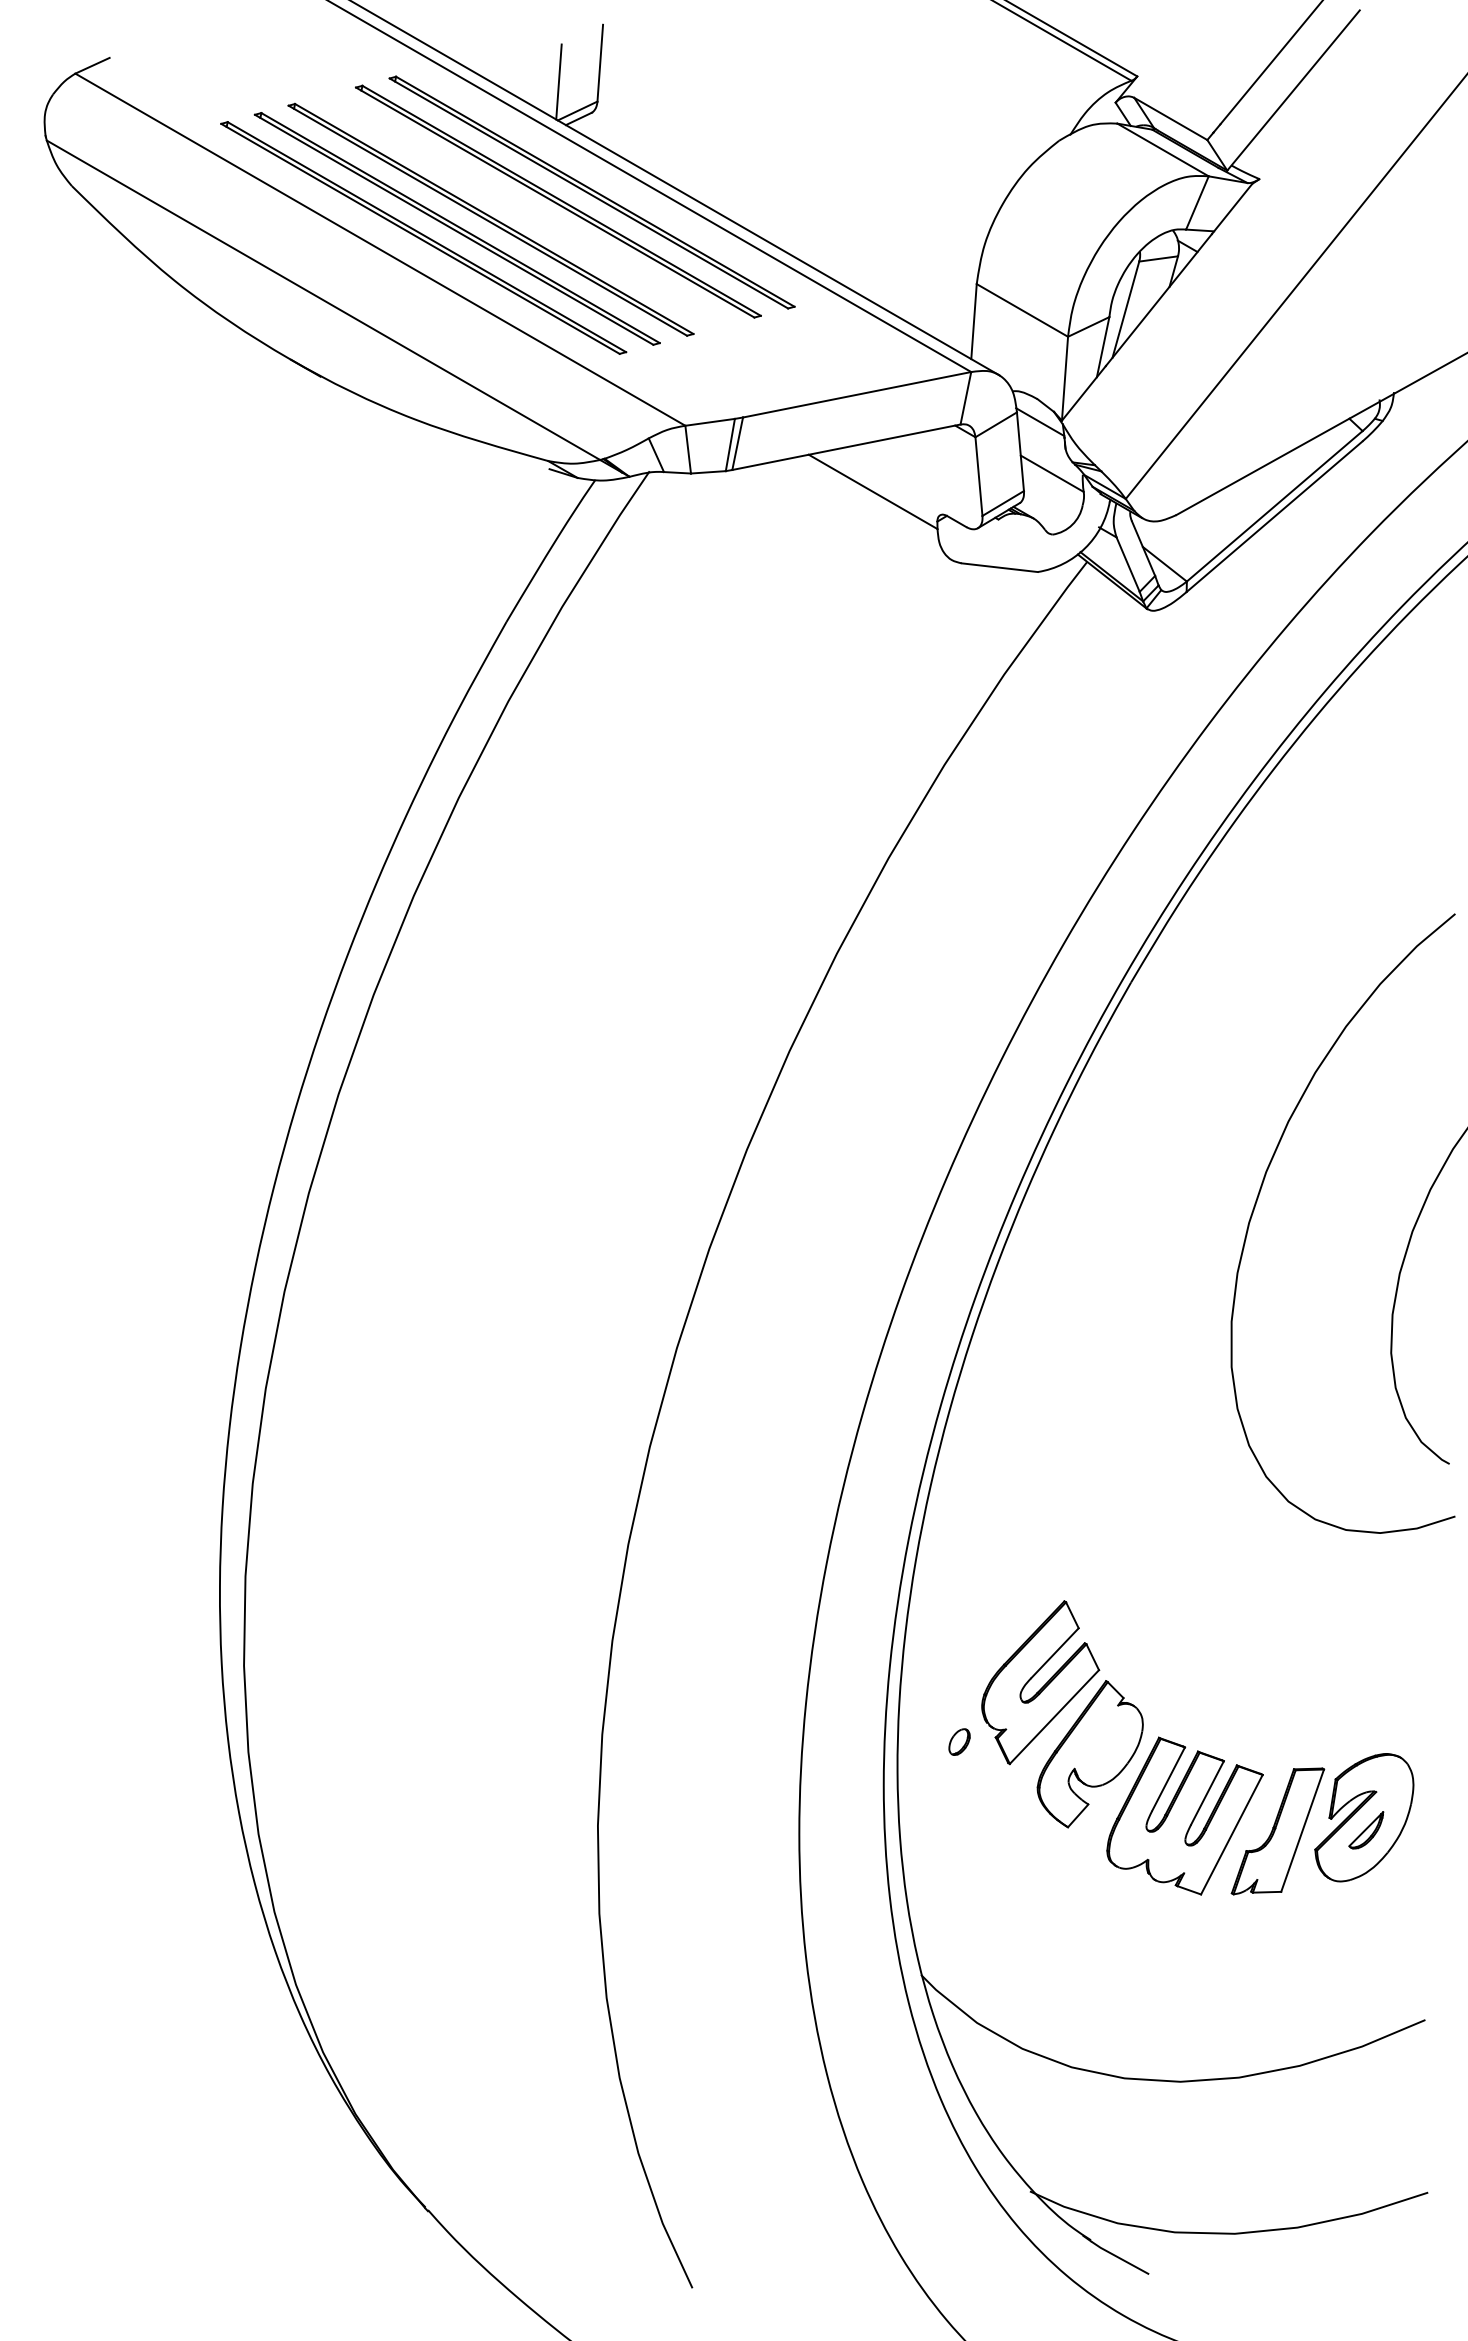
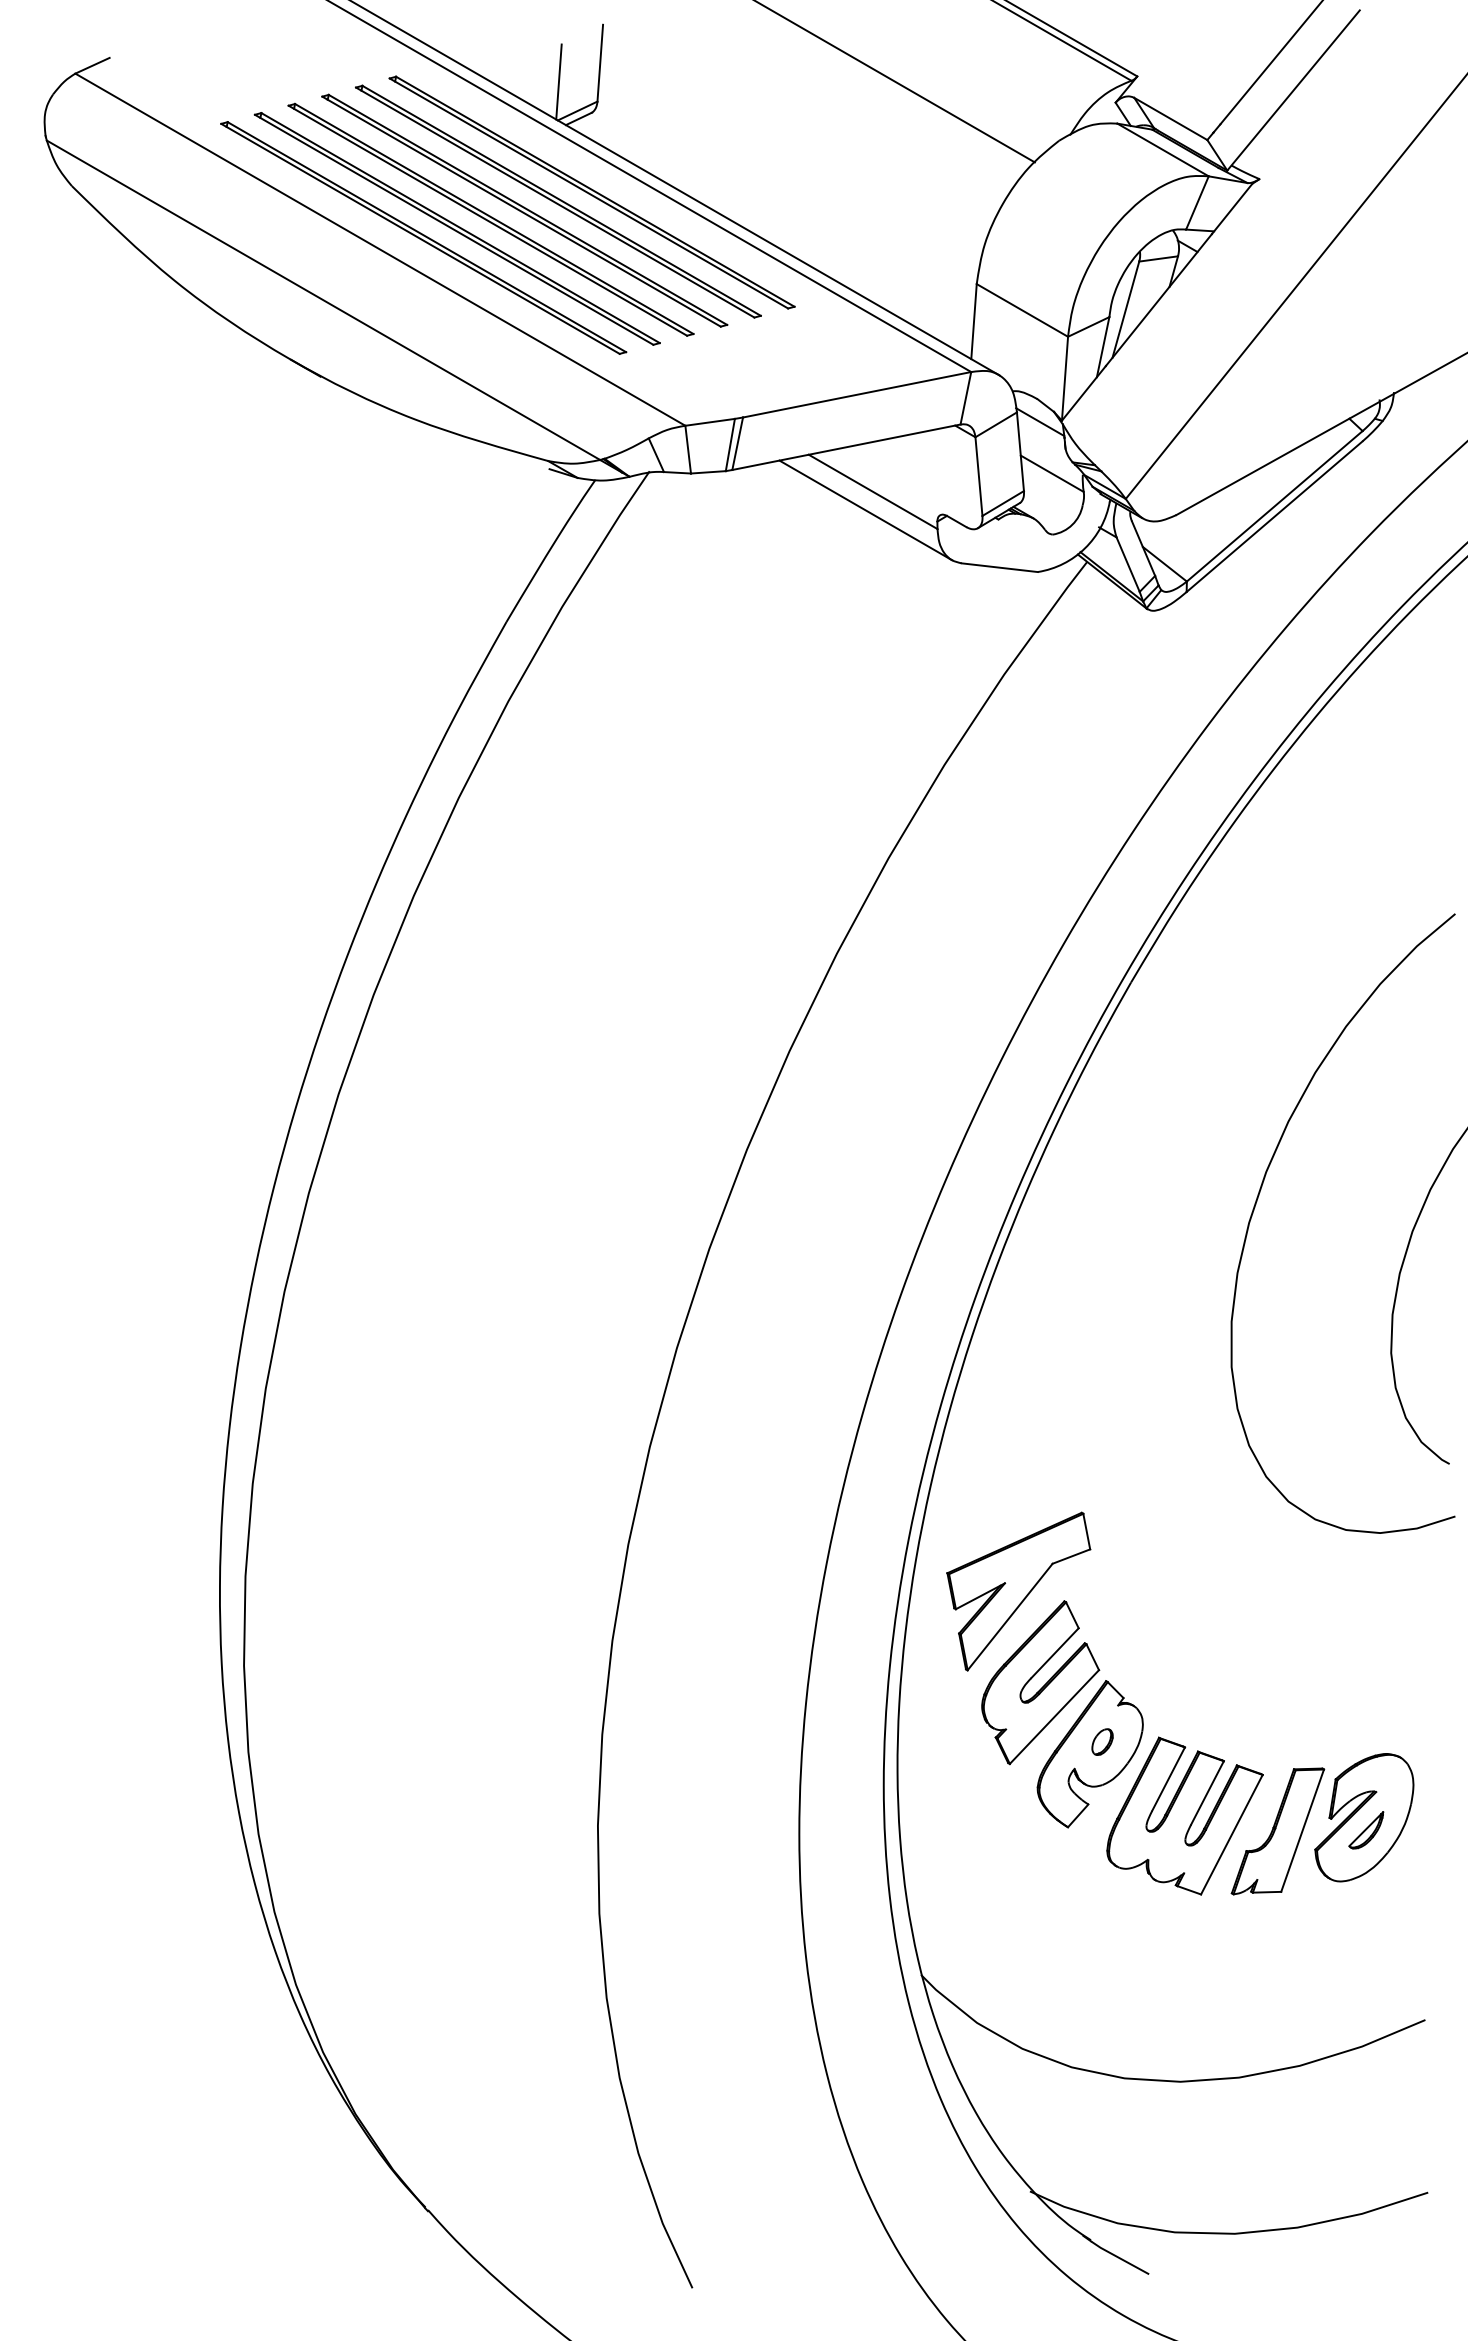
line at (895, 82): none -> present
part at (524, 210): none -> present
line at (865, 510): none -> present
part at (1018, 1591): none -> present
part at (959, 1741) position: (959, 1741) -> (1102, 1741)
